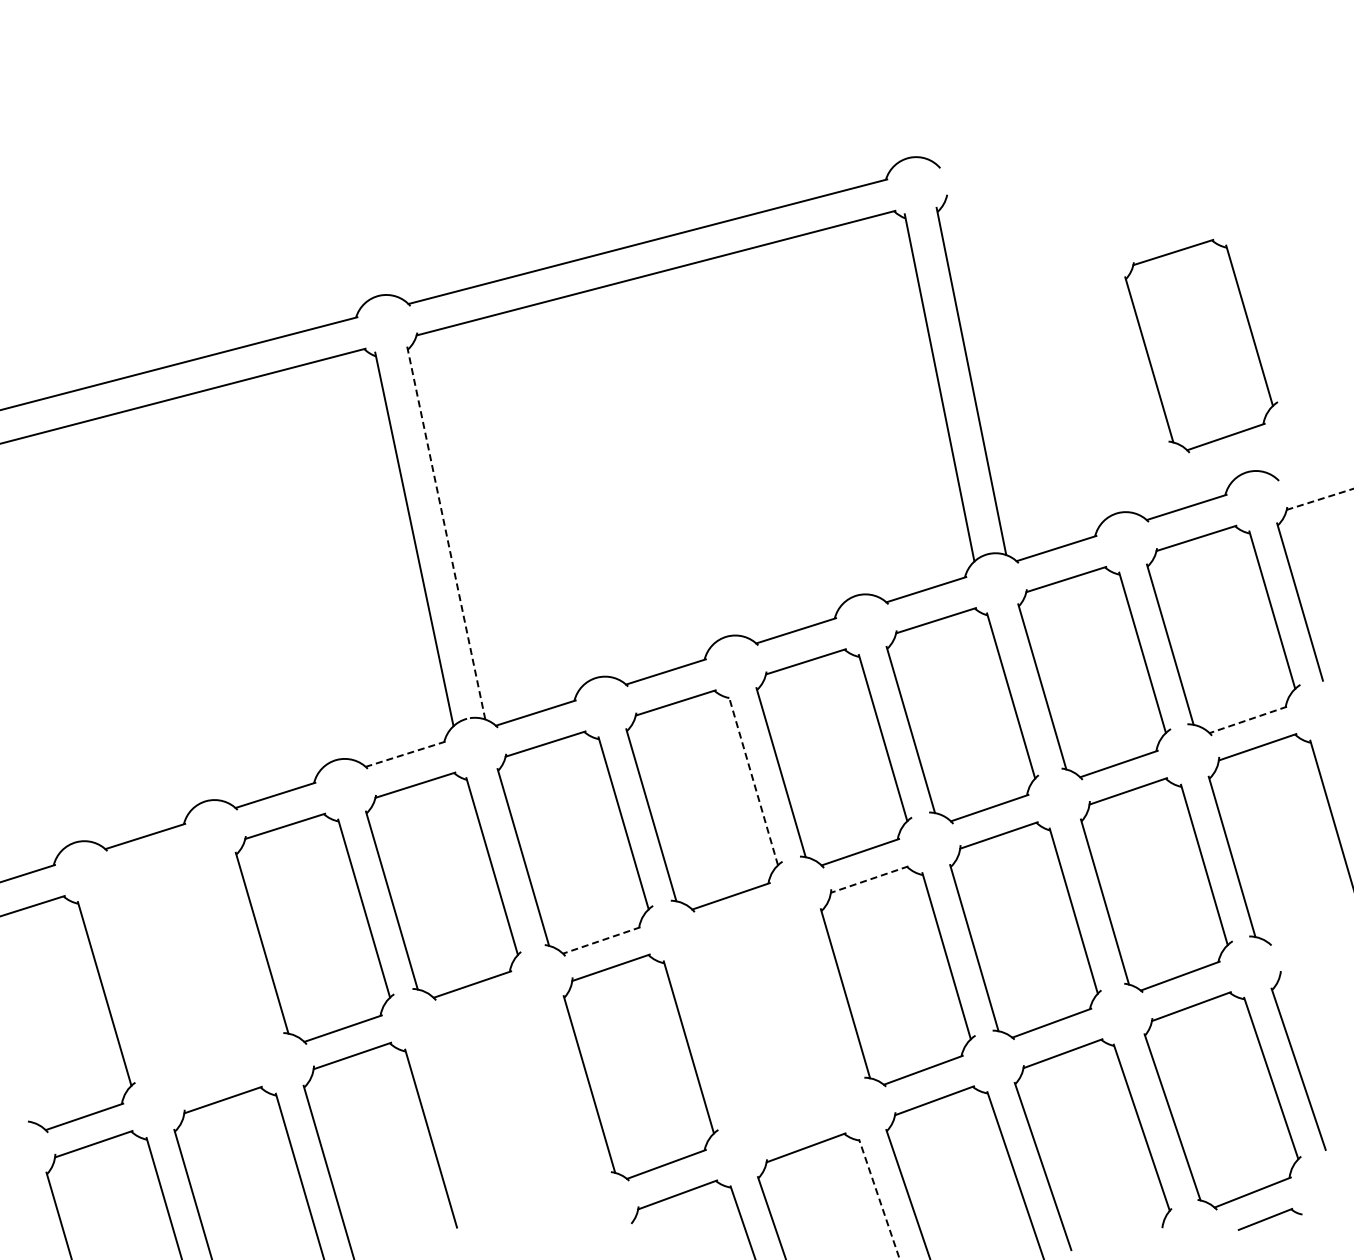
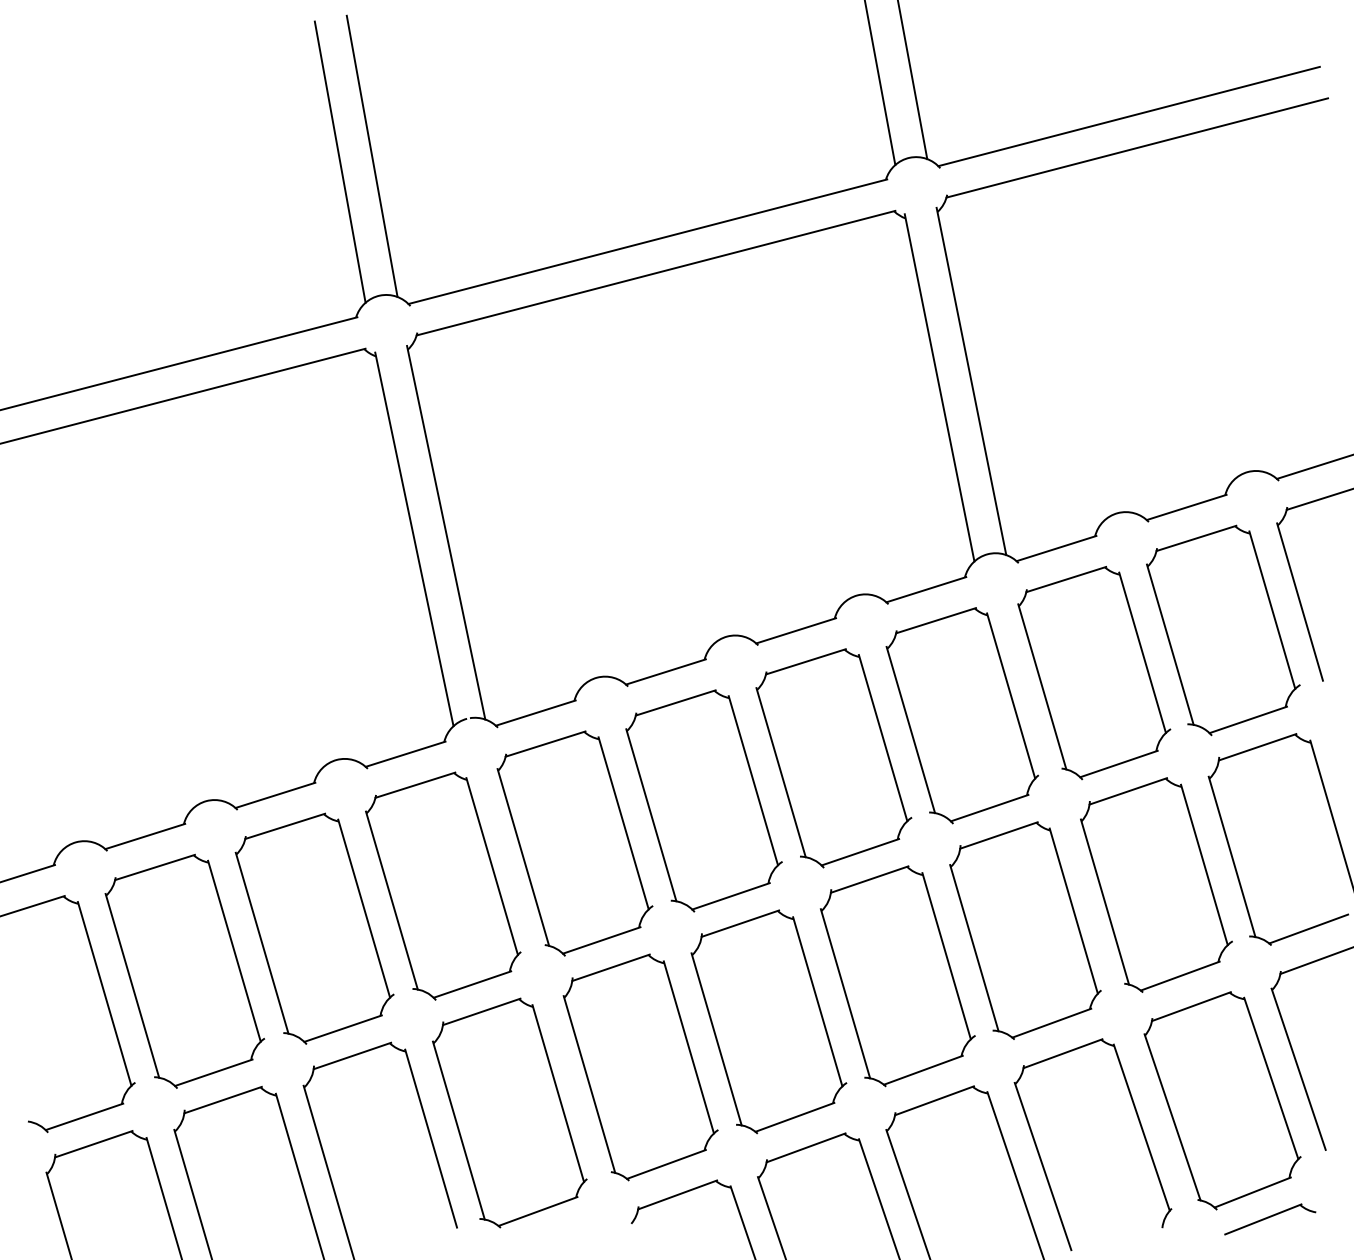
line at (912, 80): none -> present
line at (880, 83): none -> present
line at (1128, 116): none -> present
line at (1137, 147): none -> present
line at (371, 156): none -> present
line at (339, 161): none -> present
part at (1201, 346): present -> none
line at (1313, 466): none -> present
line at (1319, 499): dashed -> solid
line at (446, 532): dashed -> solid
line at (1248, 719): dashed -> solid
line at (405, 754): dashed -> solid
line at (753, 780): dashed -> solid
line at (869, 879): dashed -> solid
line at (1308, 928): none -> present
line at (601, 940): dashed -> solid
line at (1315, 961): none -> present
part at (184, 970): none -> present
part at (768, 1021): none -> present
part at (509, 1112): none -> present
line at (879, 1198): dashed -> solid
part at (1269, 1218) size: 66x24 px -> 93x33 px
